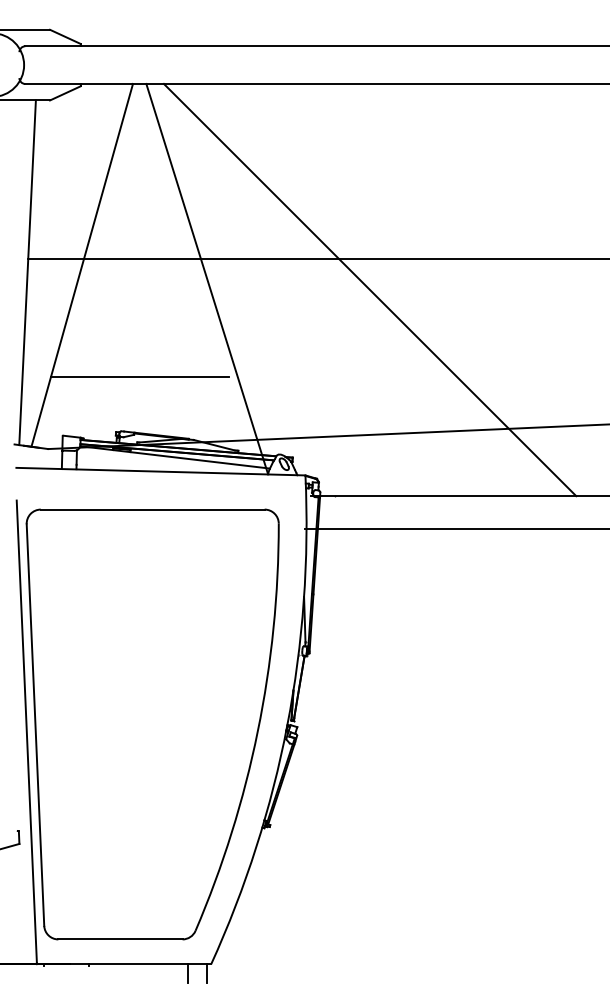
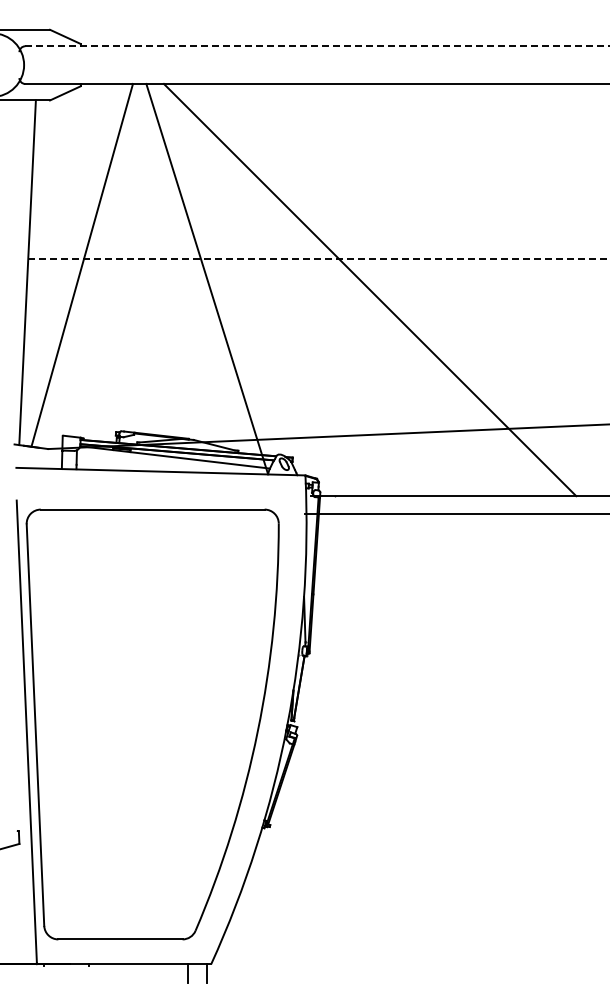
line at (317, 46): solid -> dashed
line at (319, 258): solid -> dashed
line at (139, 376): present -> none
line at (455, 529) position: (455, 529) -> (455, 514)
